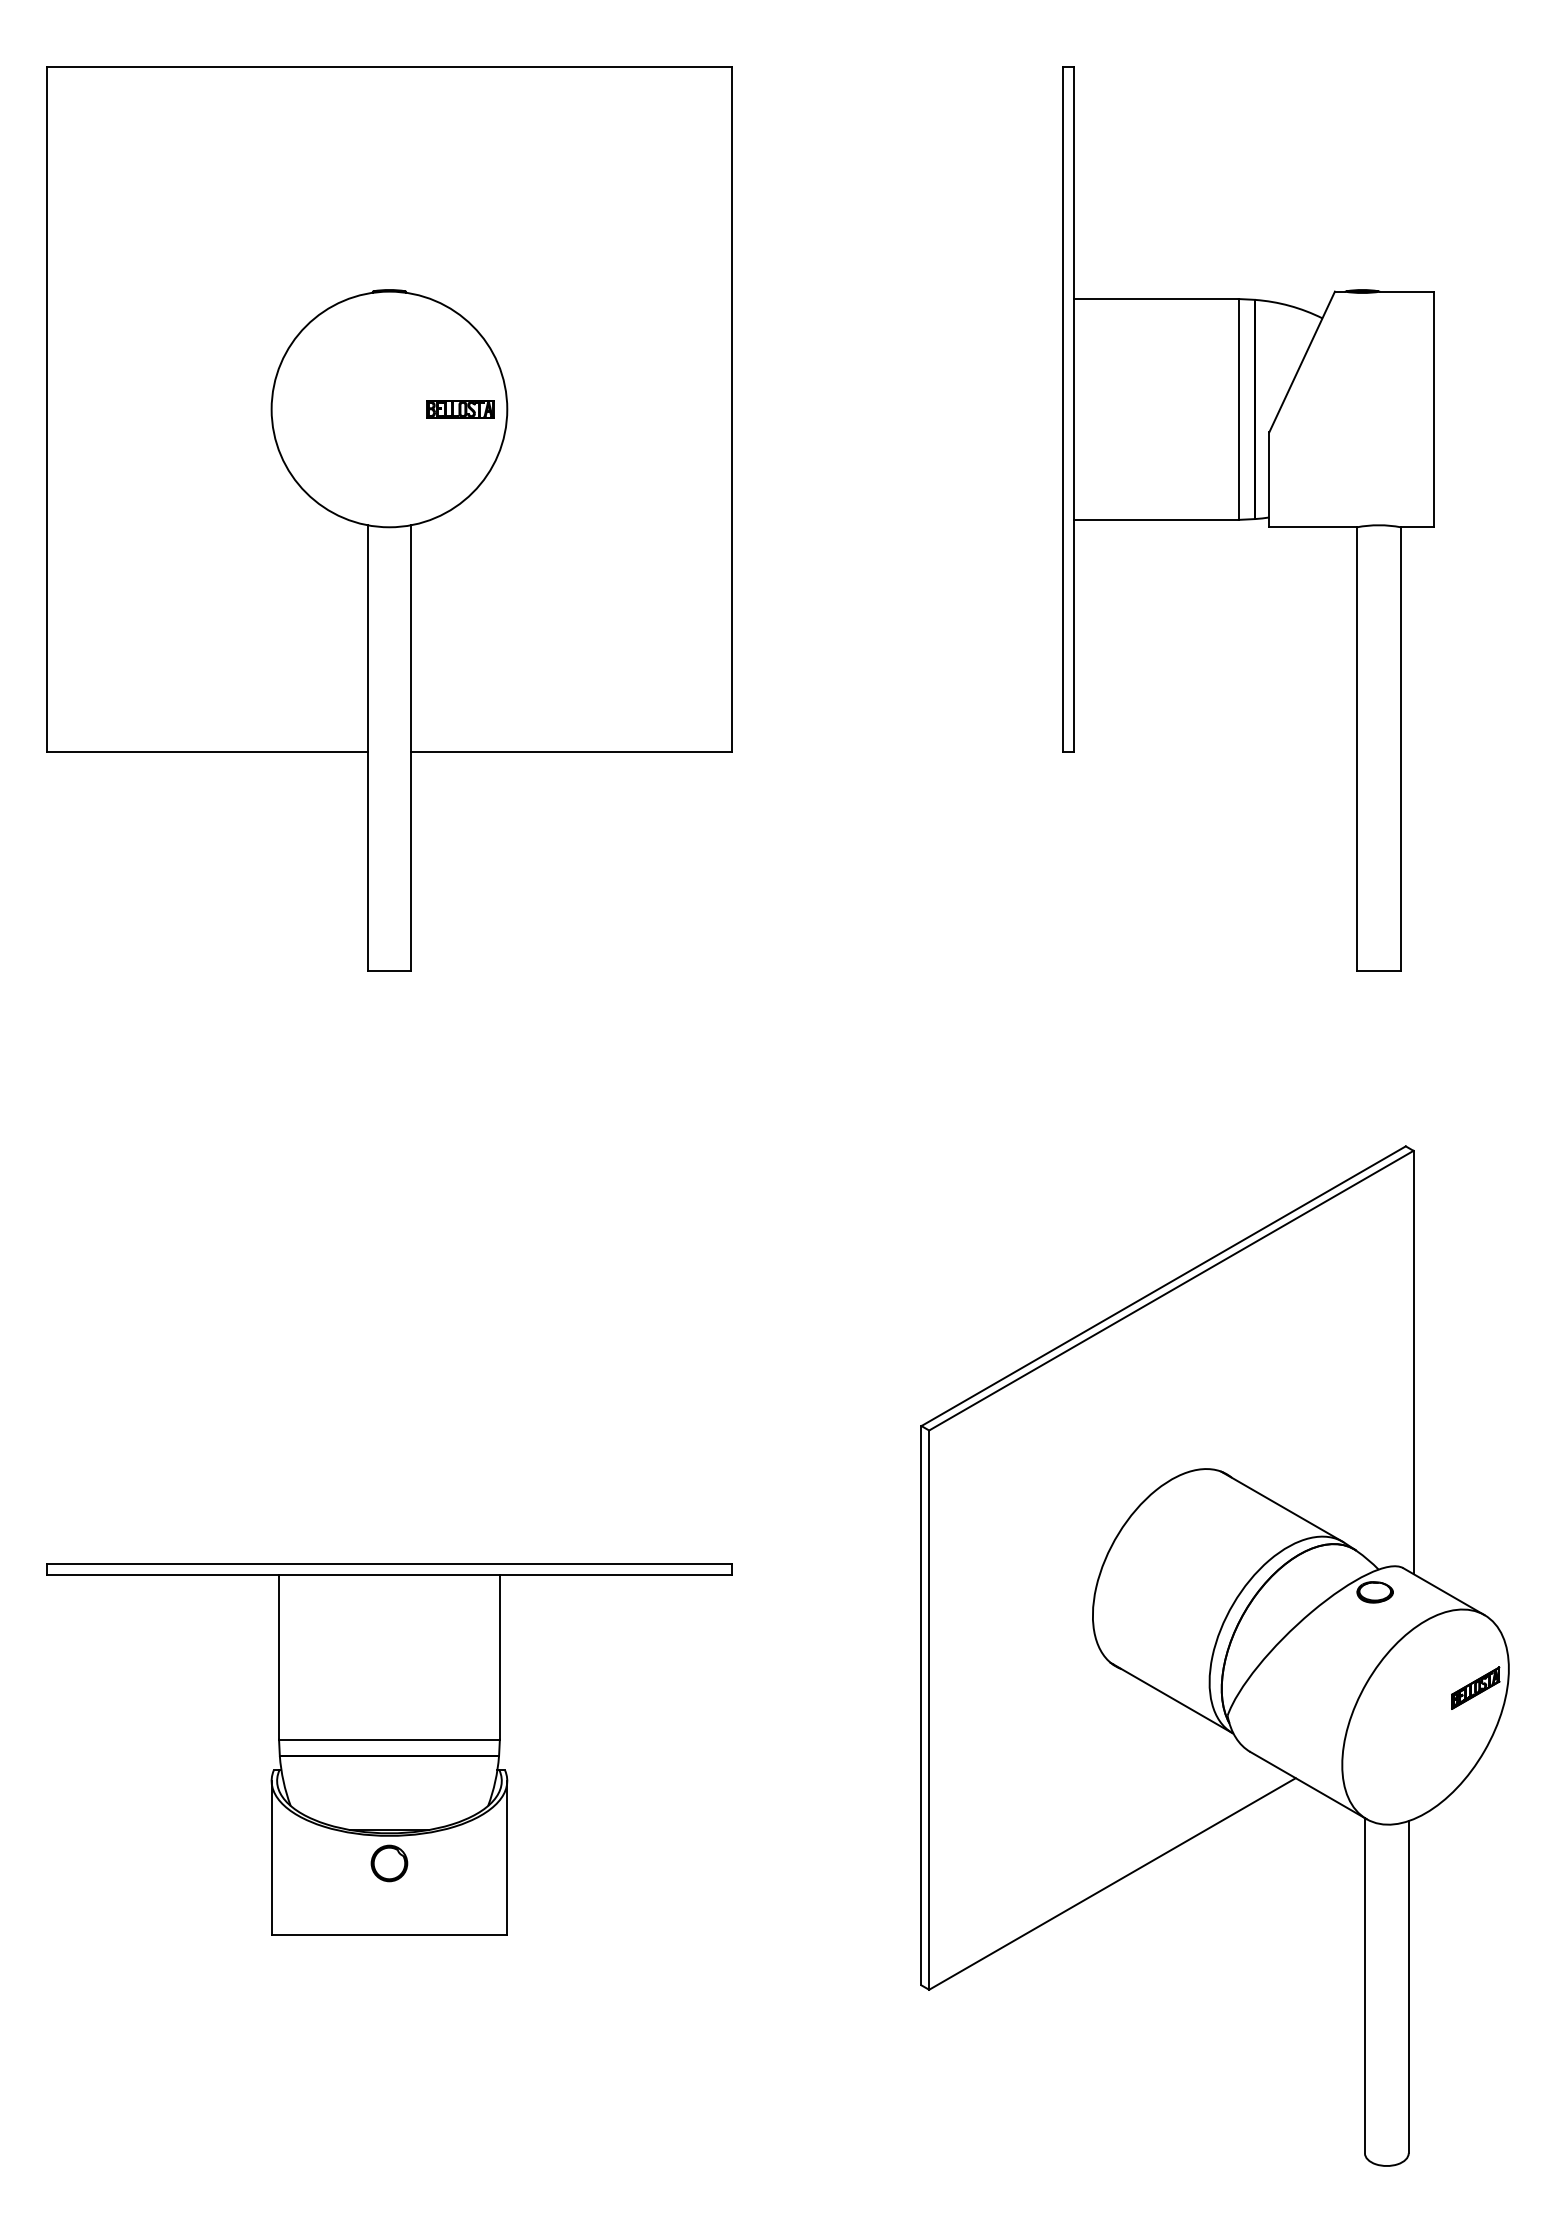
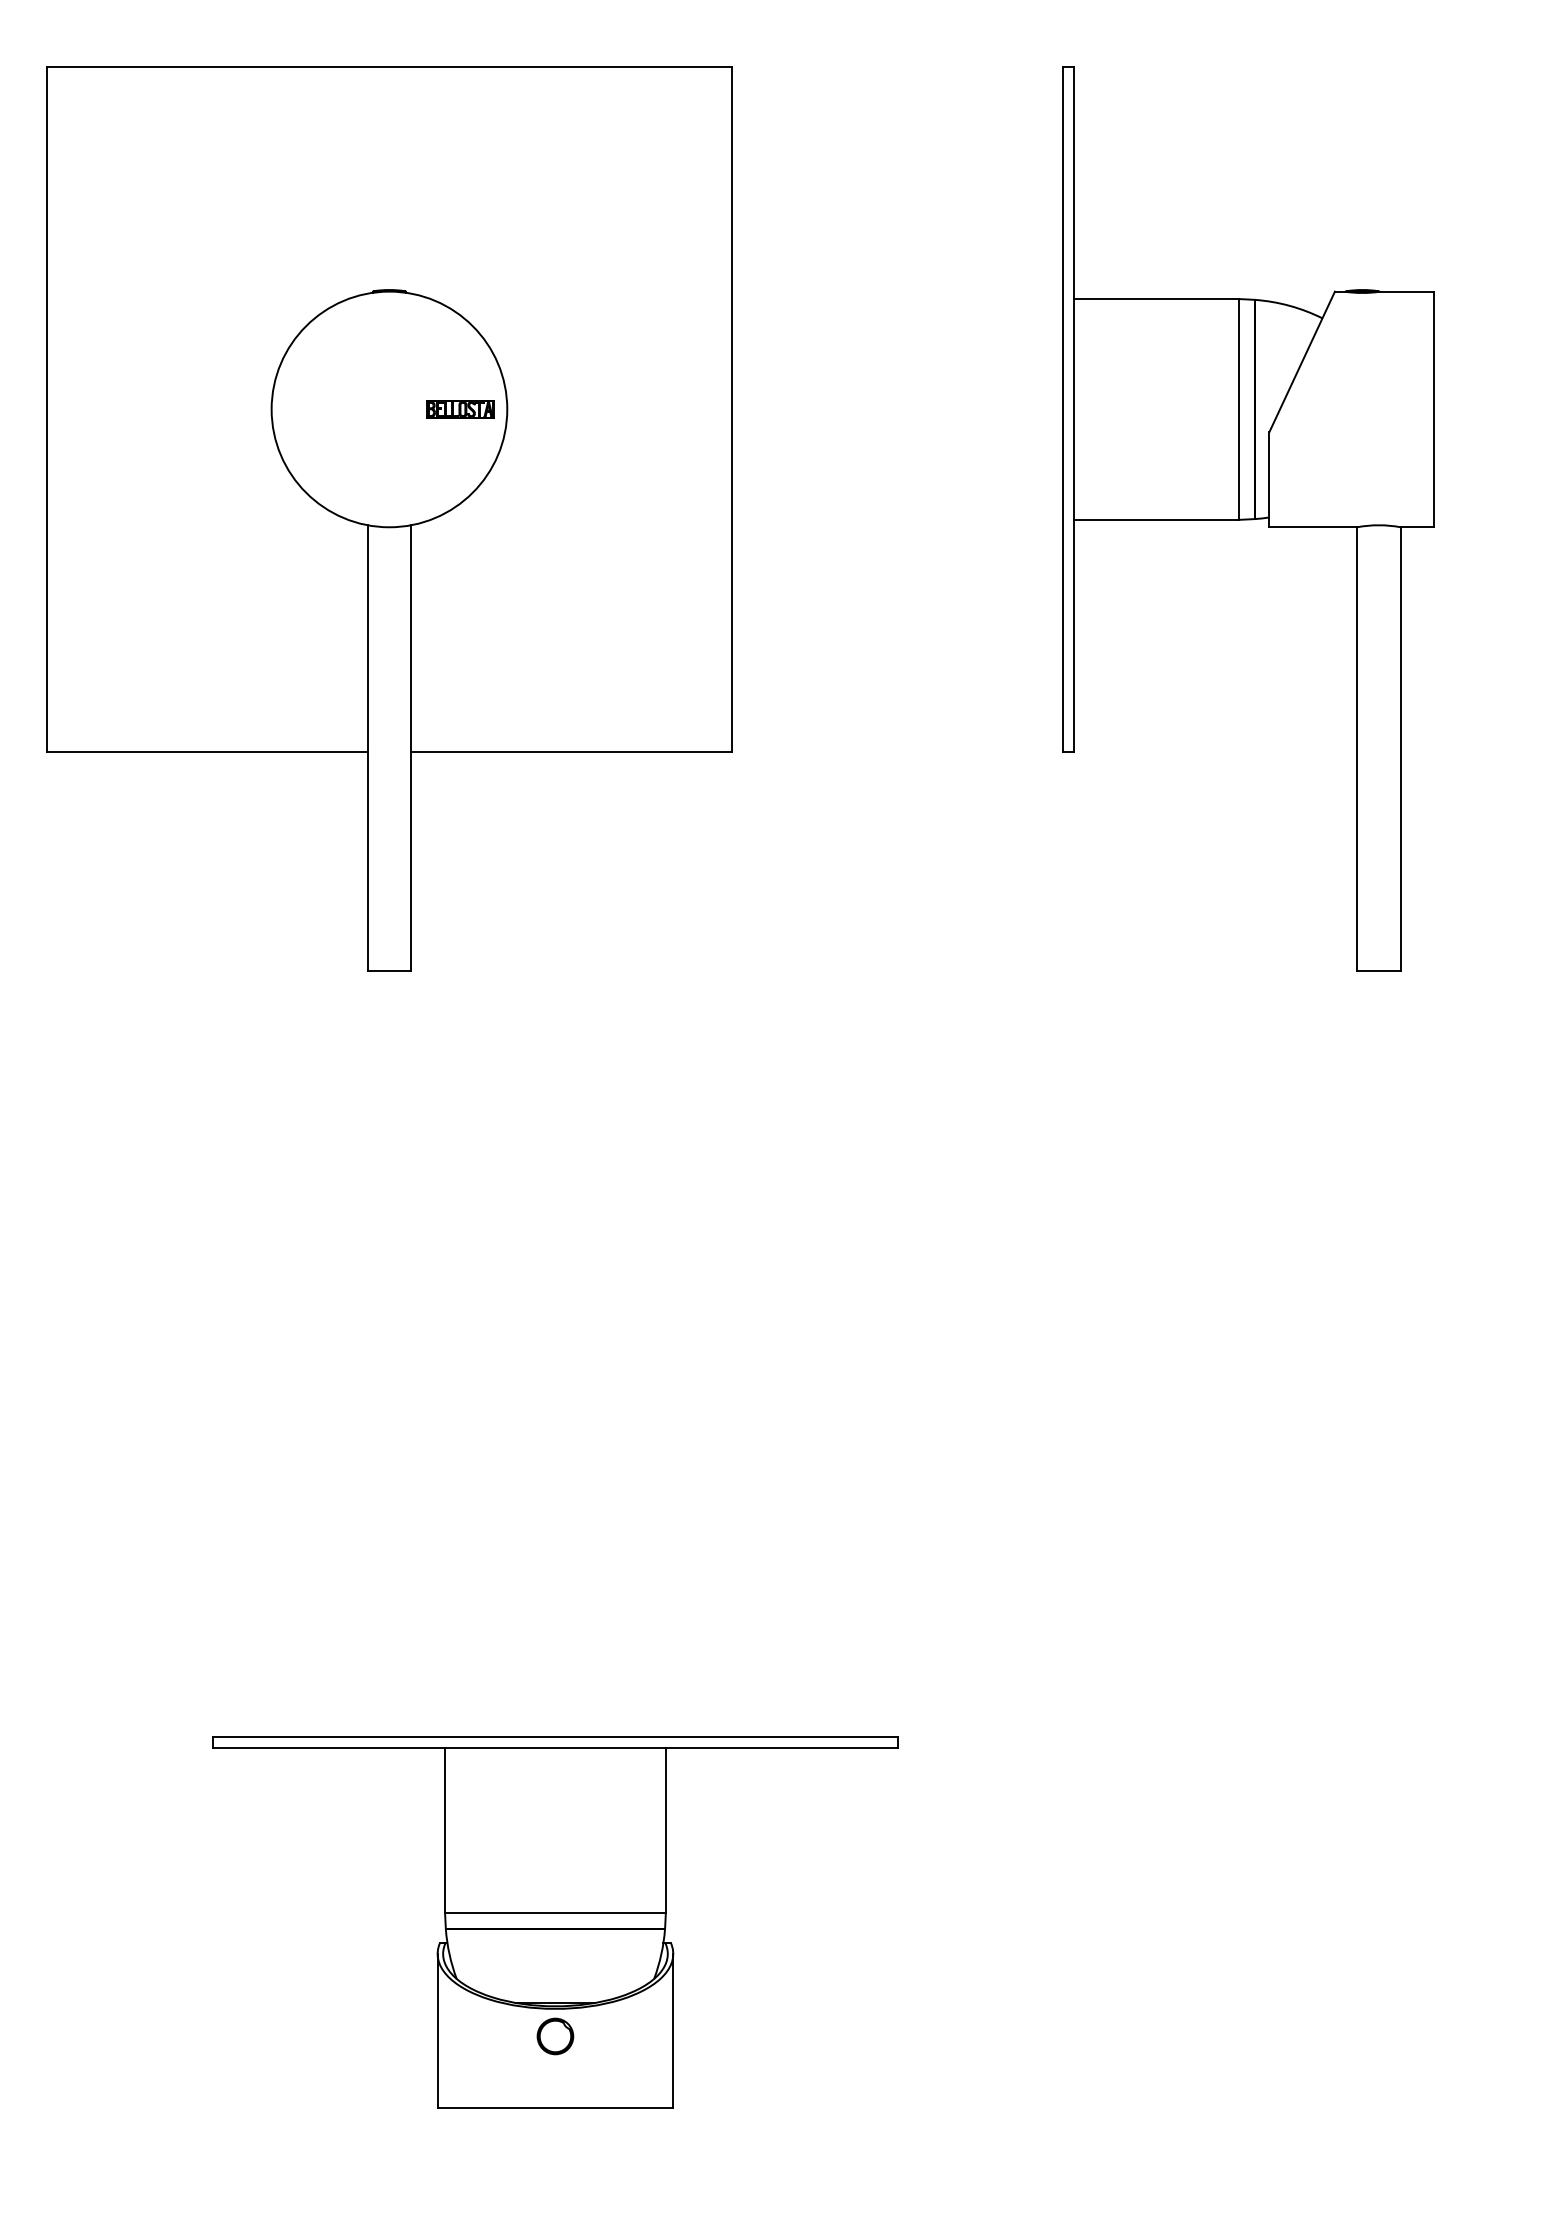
part at (1214, 1655): present -> none
part at (389, 1749) position: (389, 1749) -> (555, 1922)
